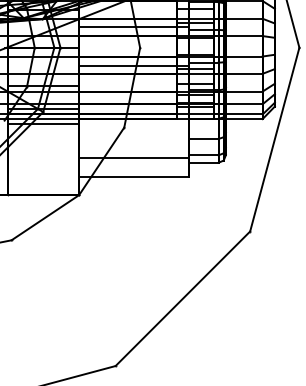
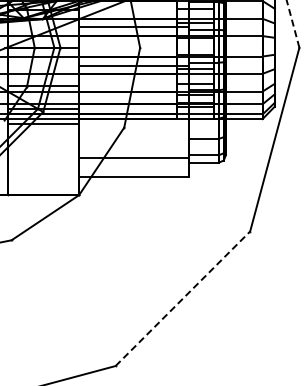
line at (292, 23): solid -> dashed
line at (183, 298): solid -> dashed
